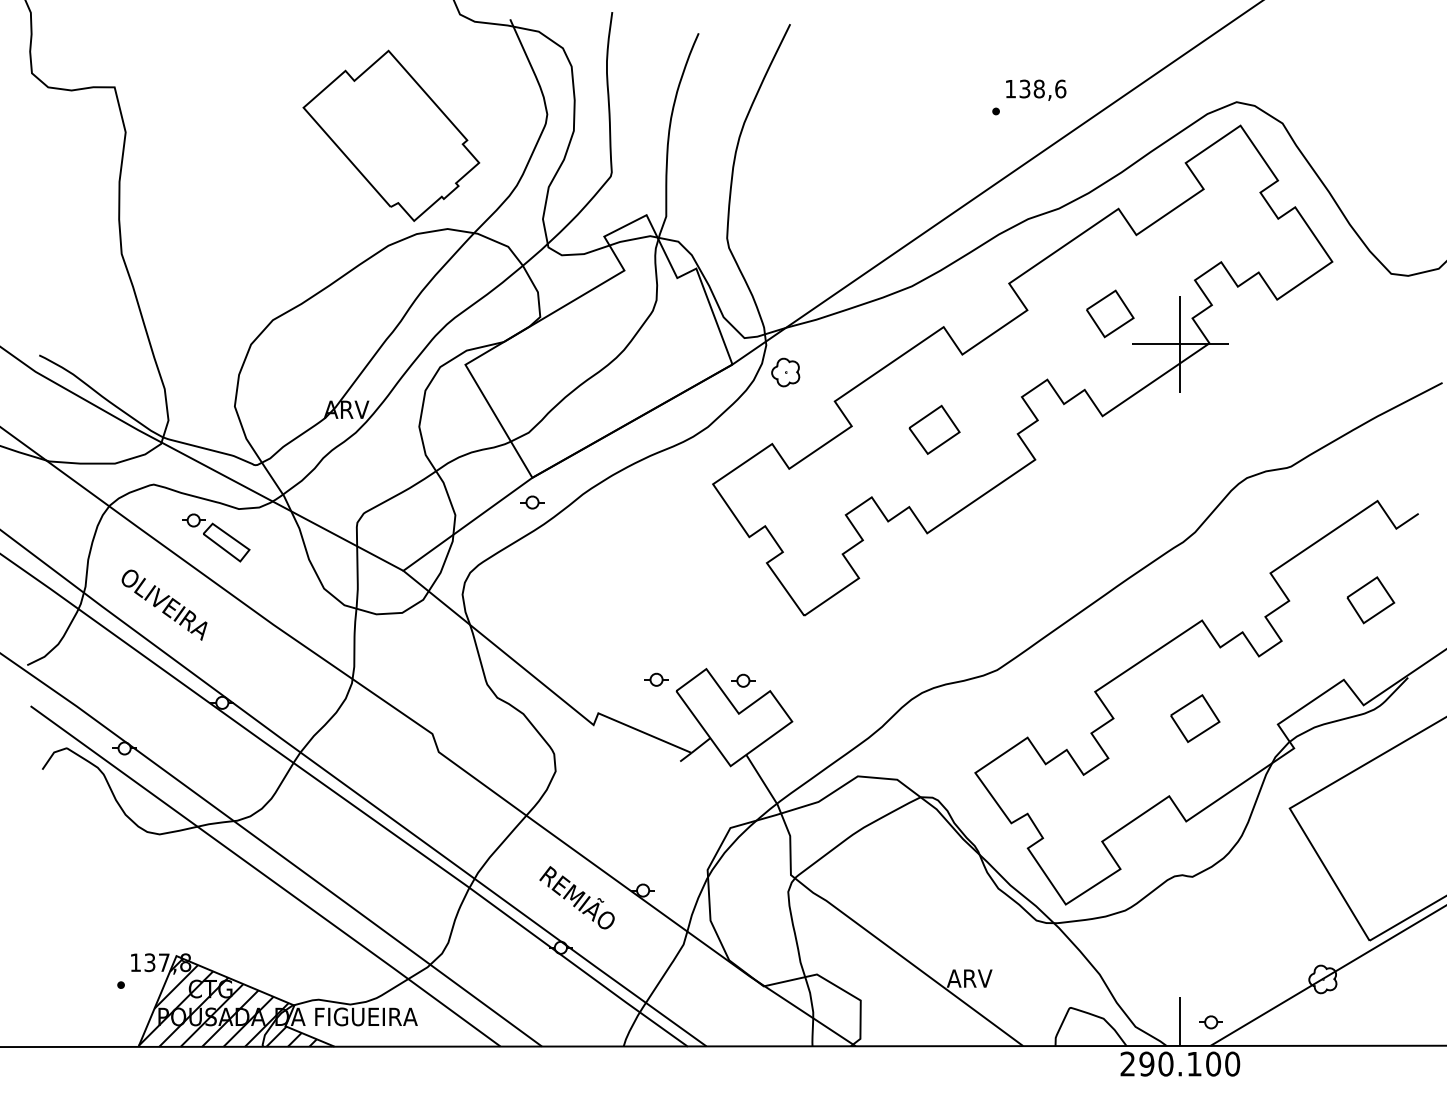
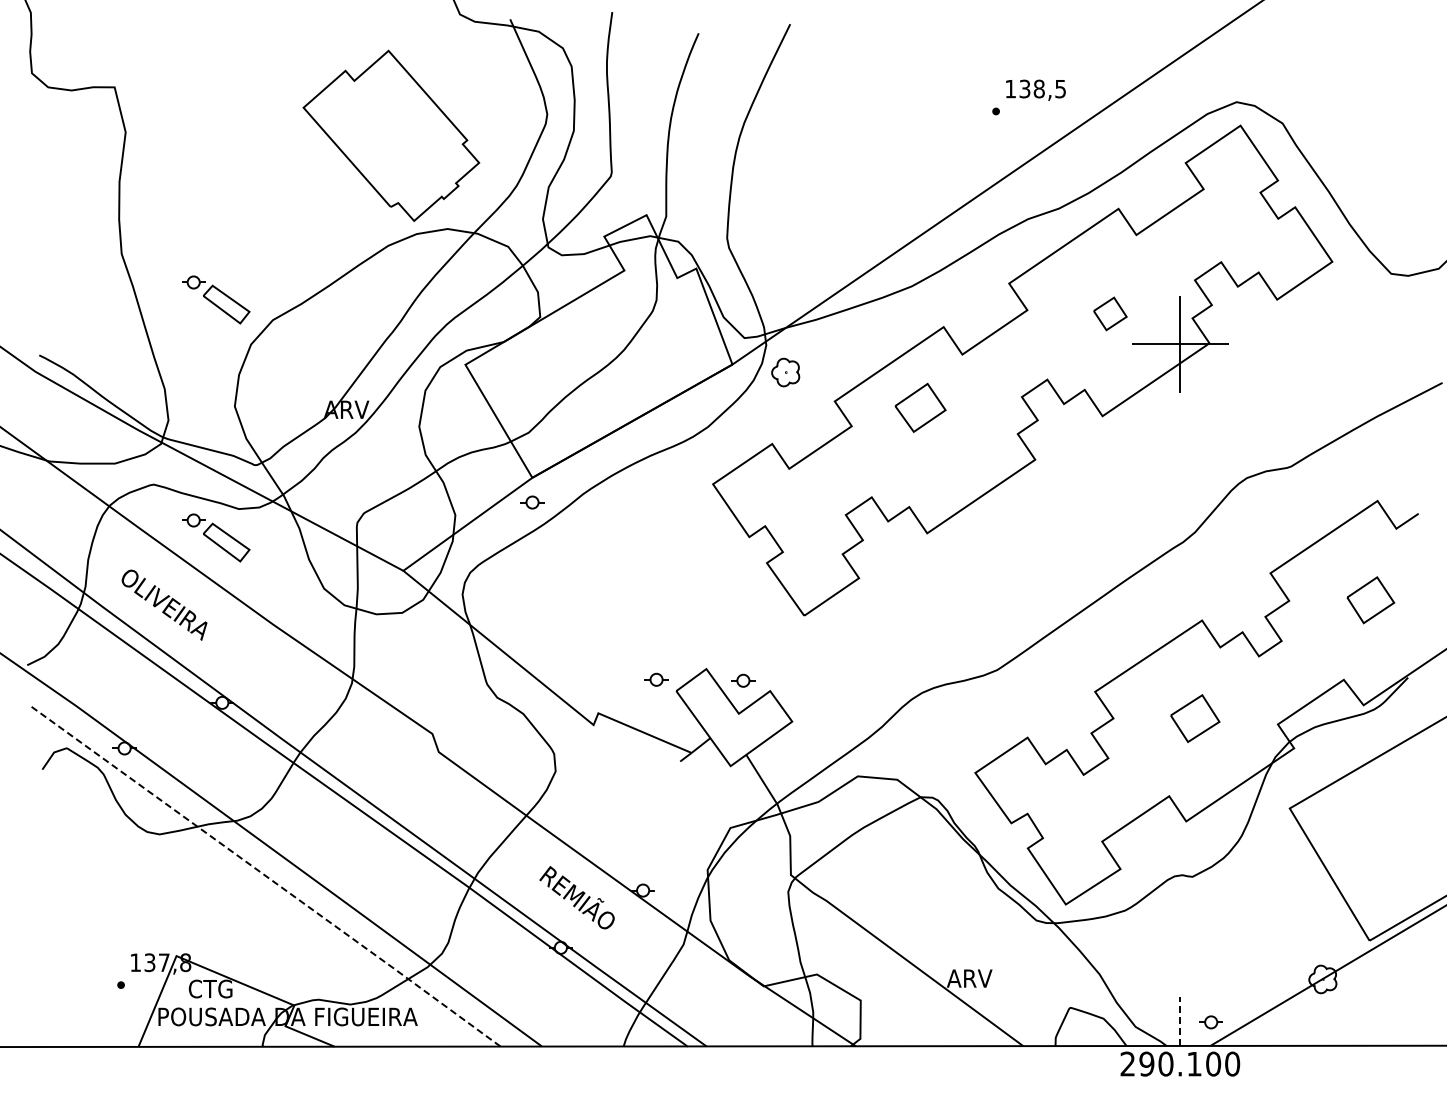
text at (1060, 88): 138,6 -> 138,5
part at (216, 299): none -> present
part at (1110, 313) size: 49x50 px -> 35x36 px
part at (934, 429) position: (934, 429) -> (920, 407)
line at (266, 876): solid -> dashed
hatch at (235, 1002): present -> none
line at (1180, 1021): solid -> dashed
